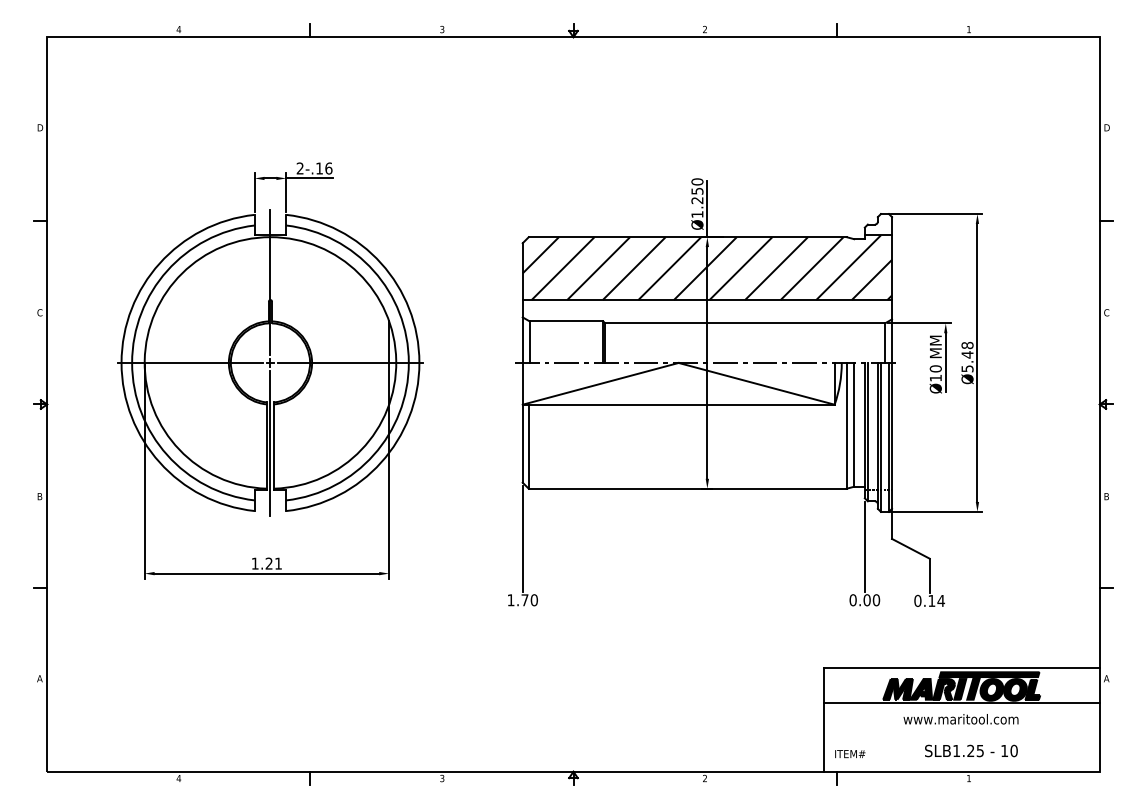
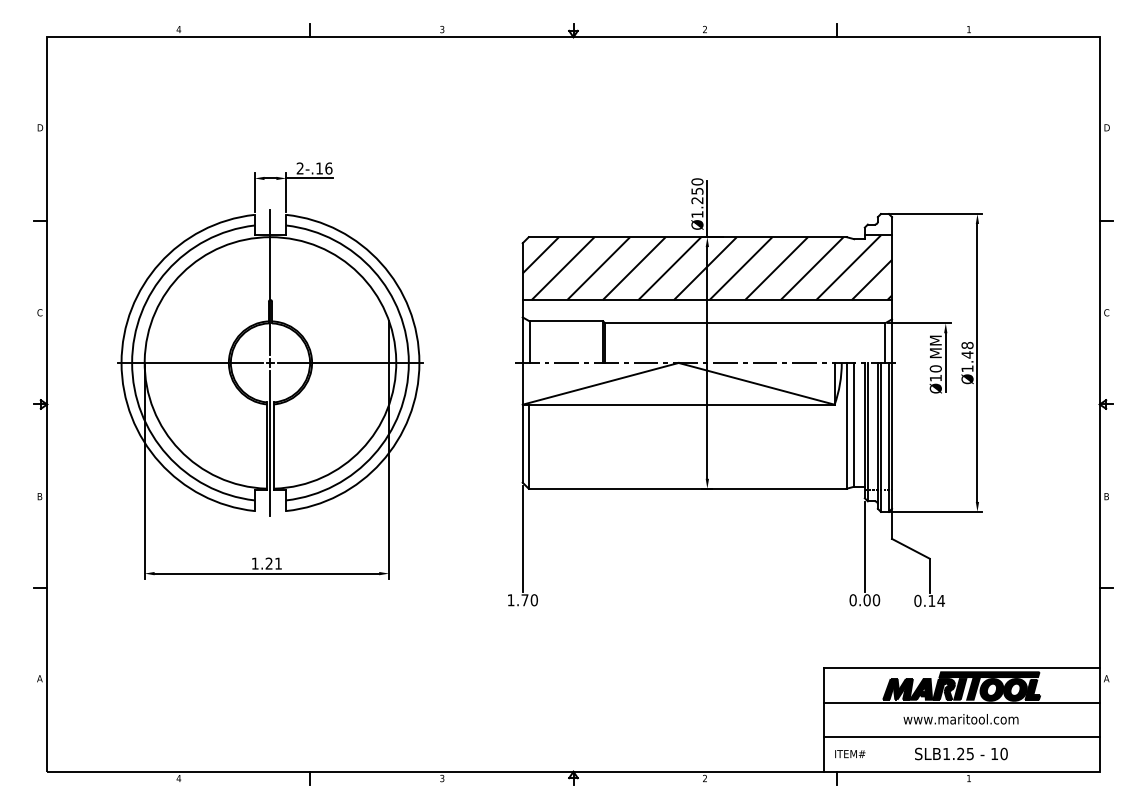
text at (967, 368): Ø5.48 -> Ø1.48
line at (961, 737): none -> present
text at (971, 750) position: (971, 750) -> (961, 753)
